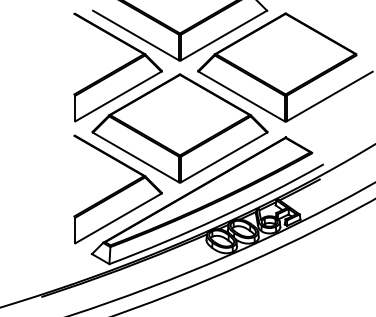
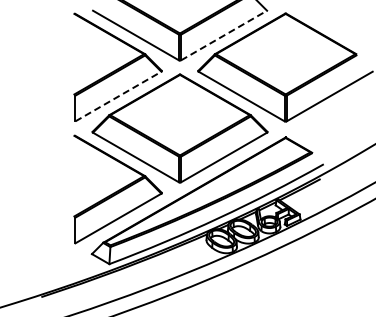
line at (224, 35): solid -> dashed
line at (118, 96): solid -> dashed
